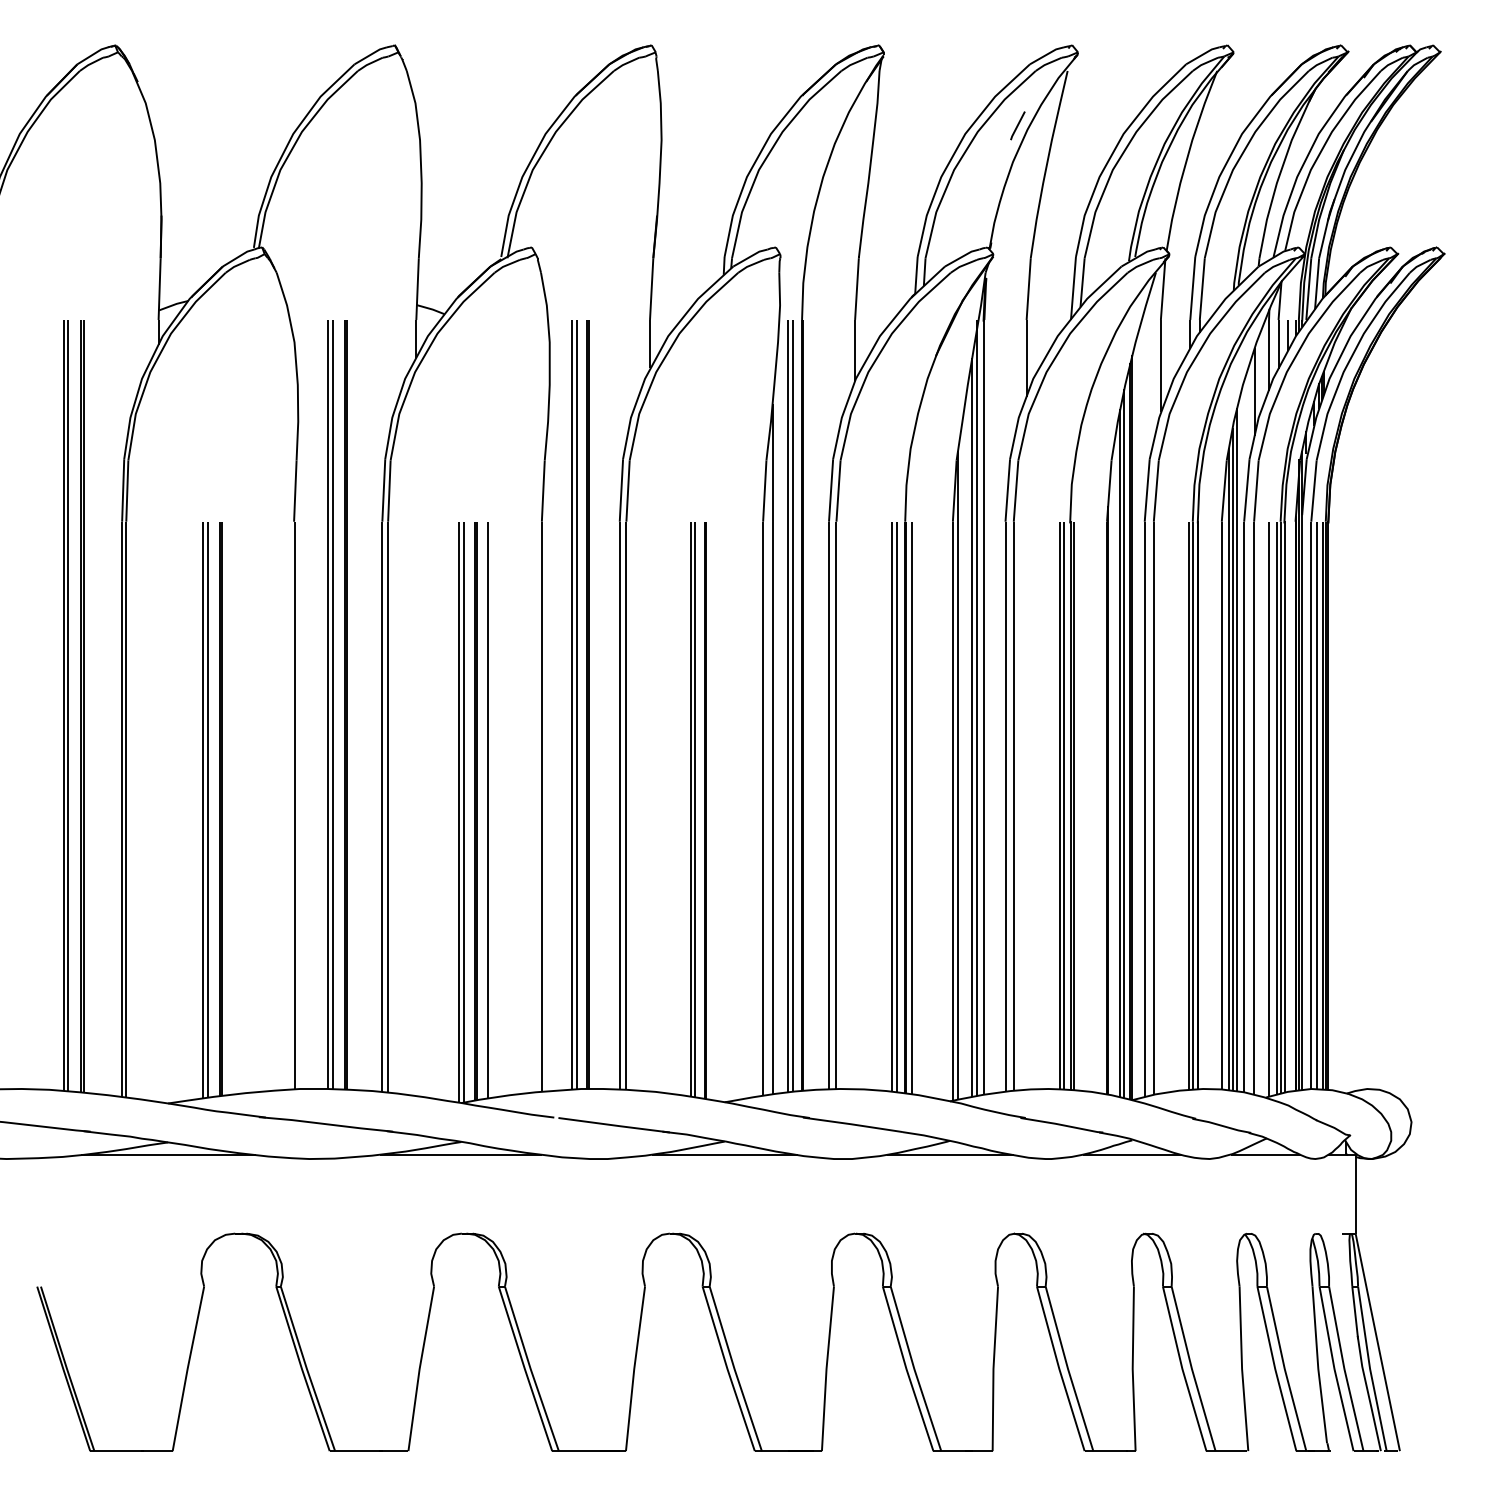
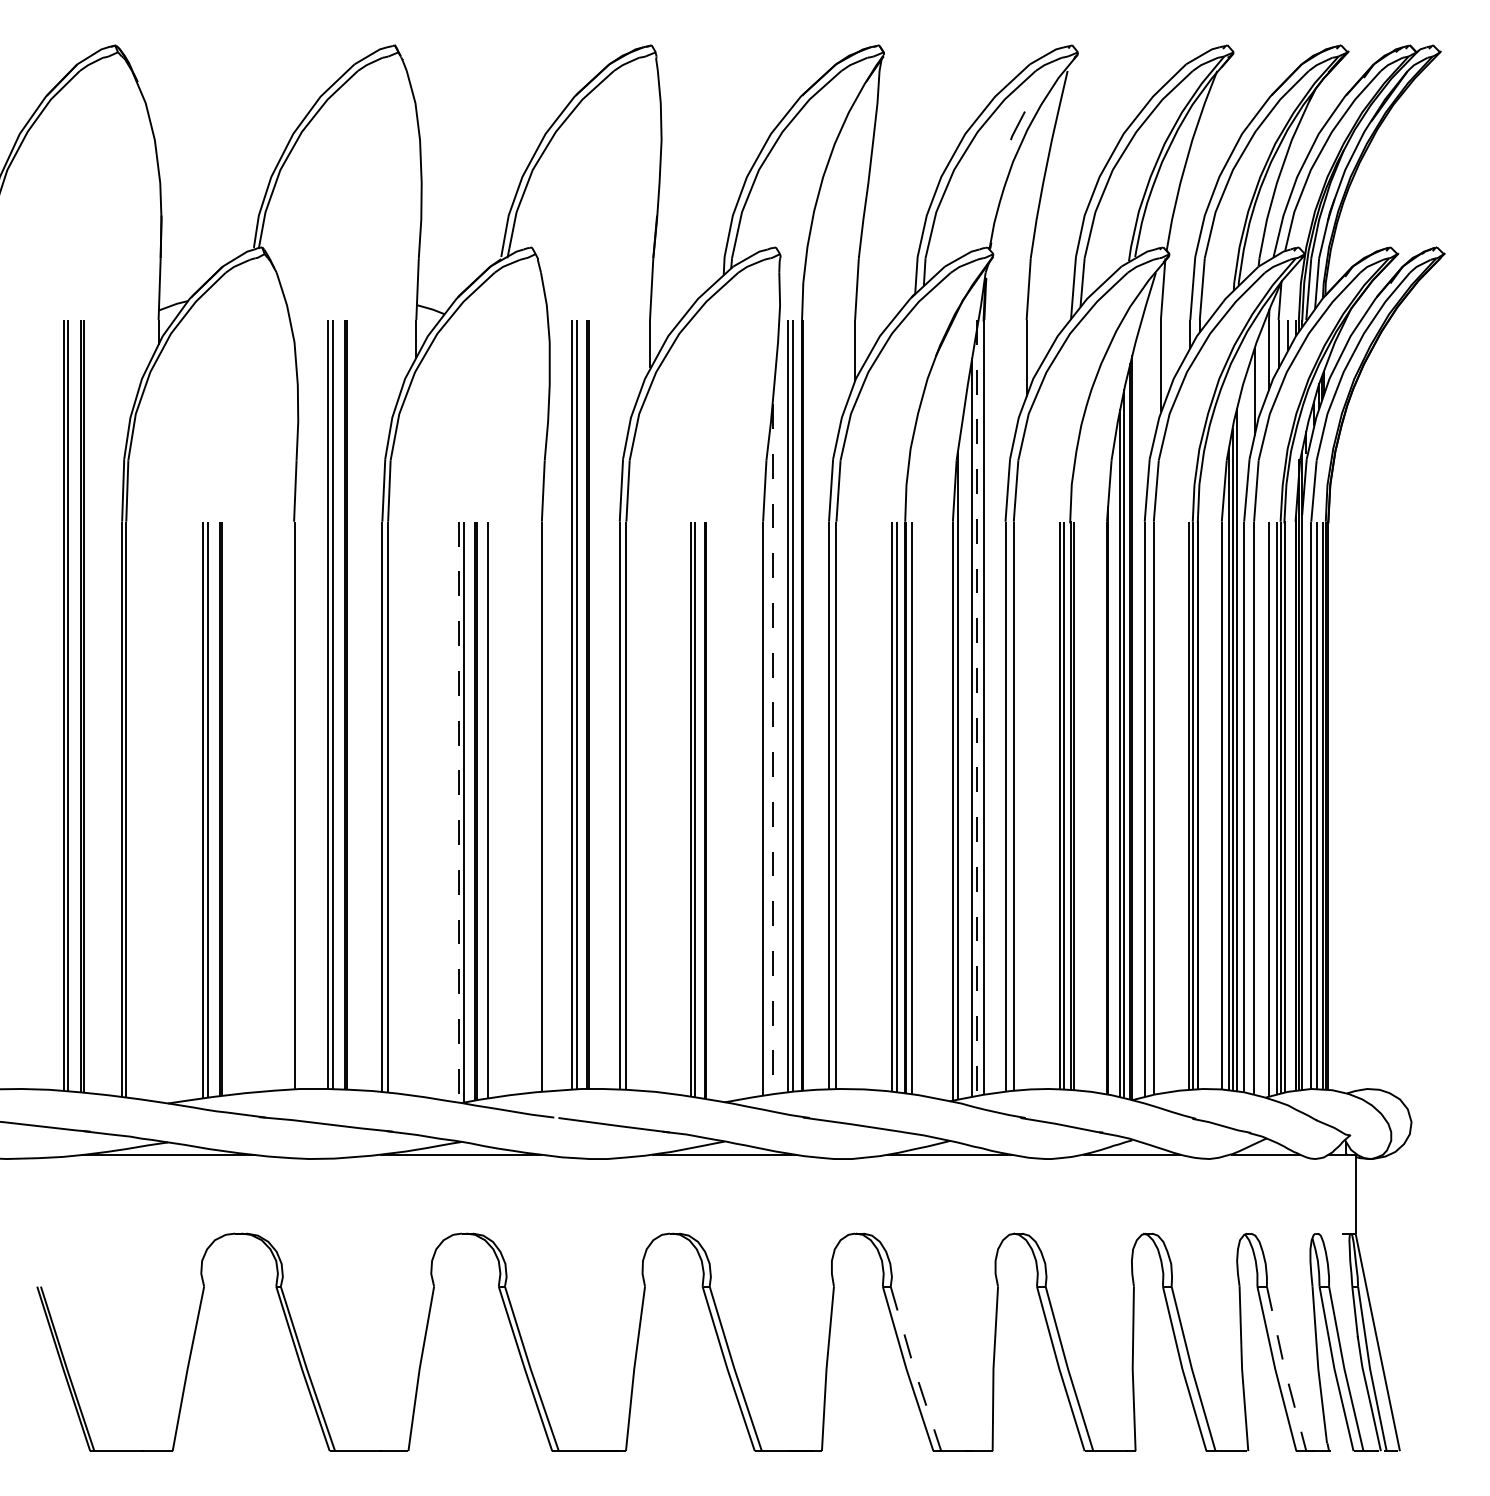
line at (976, 708): solid -> dashed
line at (772, 749): solid -> dashed
line at (458, 812): solid -> dashed
line at (914, 1369): solid -> dashed
line at (1284, 1369): solid -> dashed
